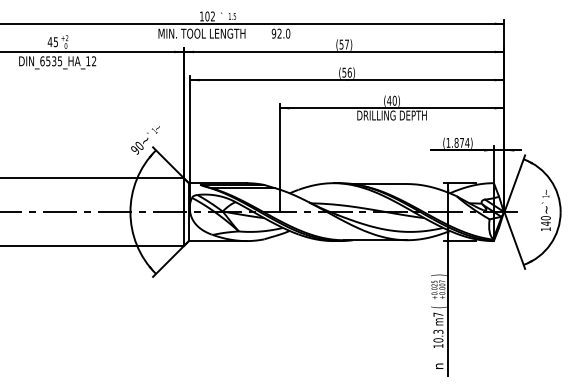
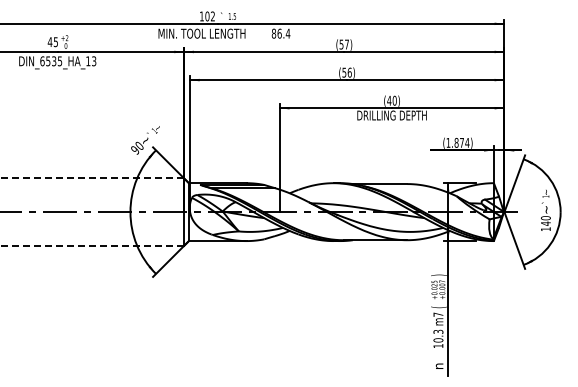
text at (280, 33): 92.0 -> 86.4
text at (94, 61): DIN_6535_HA_12 -> DIN_6535_HA_13
line at (92, 178): solid -> dashed
line at (92, 245): solid -> dashed
